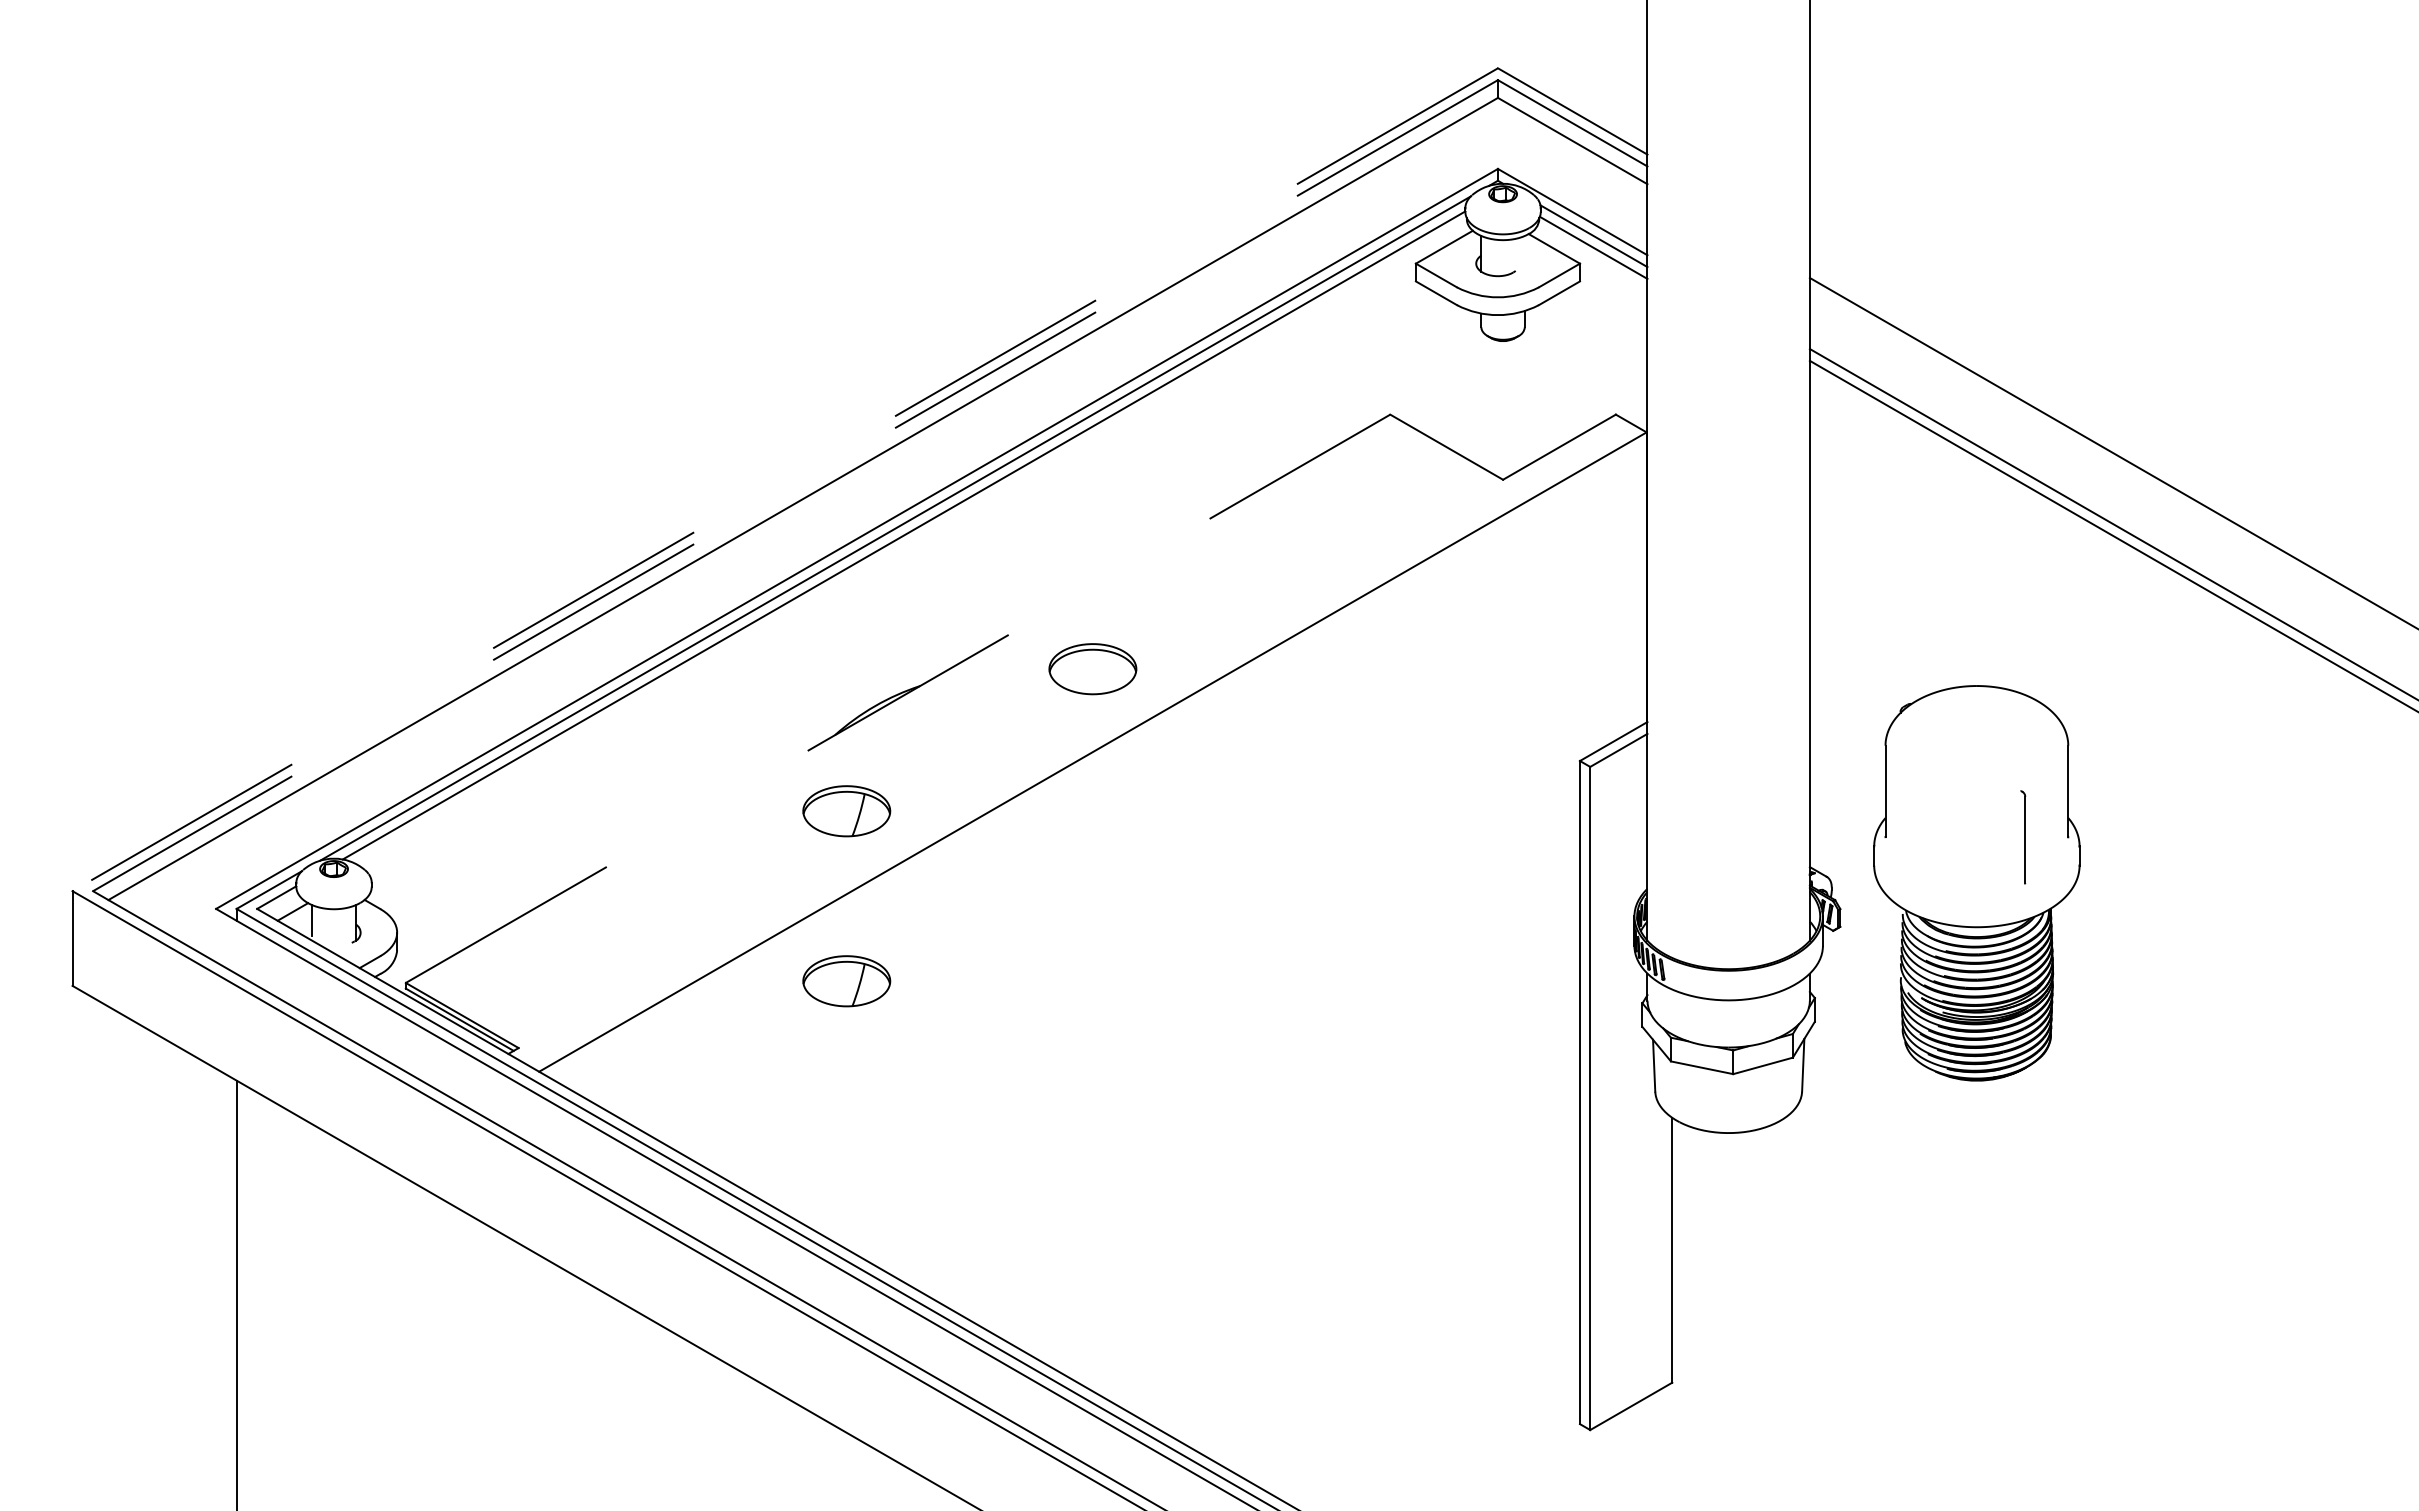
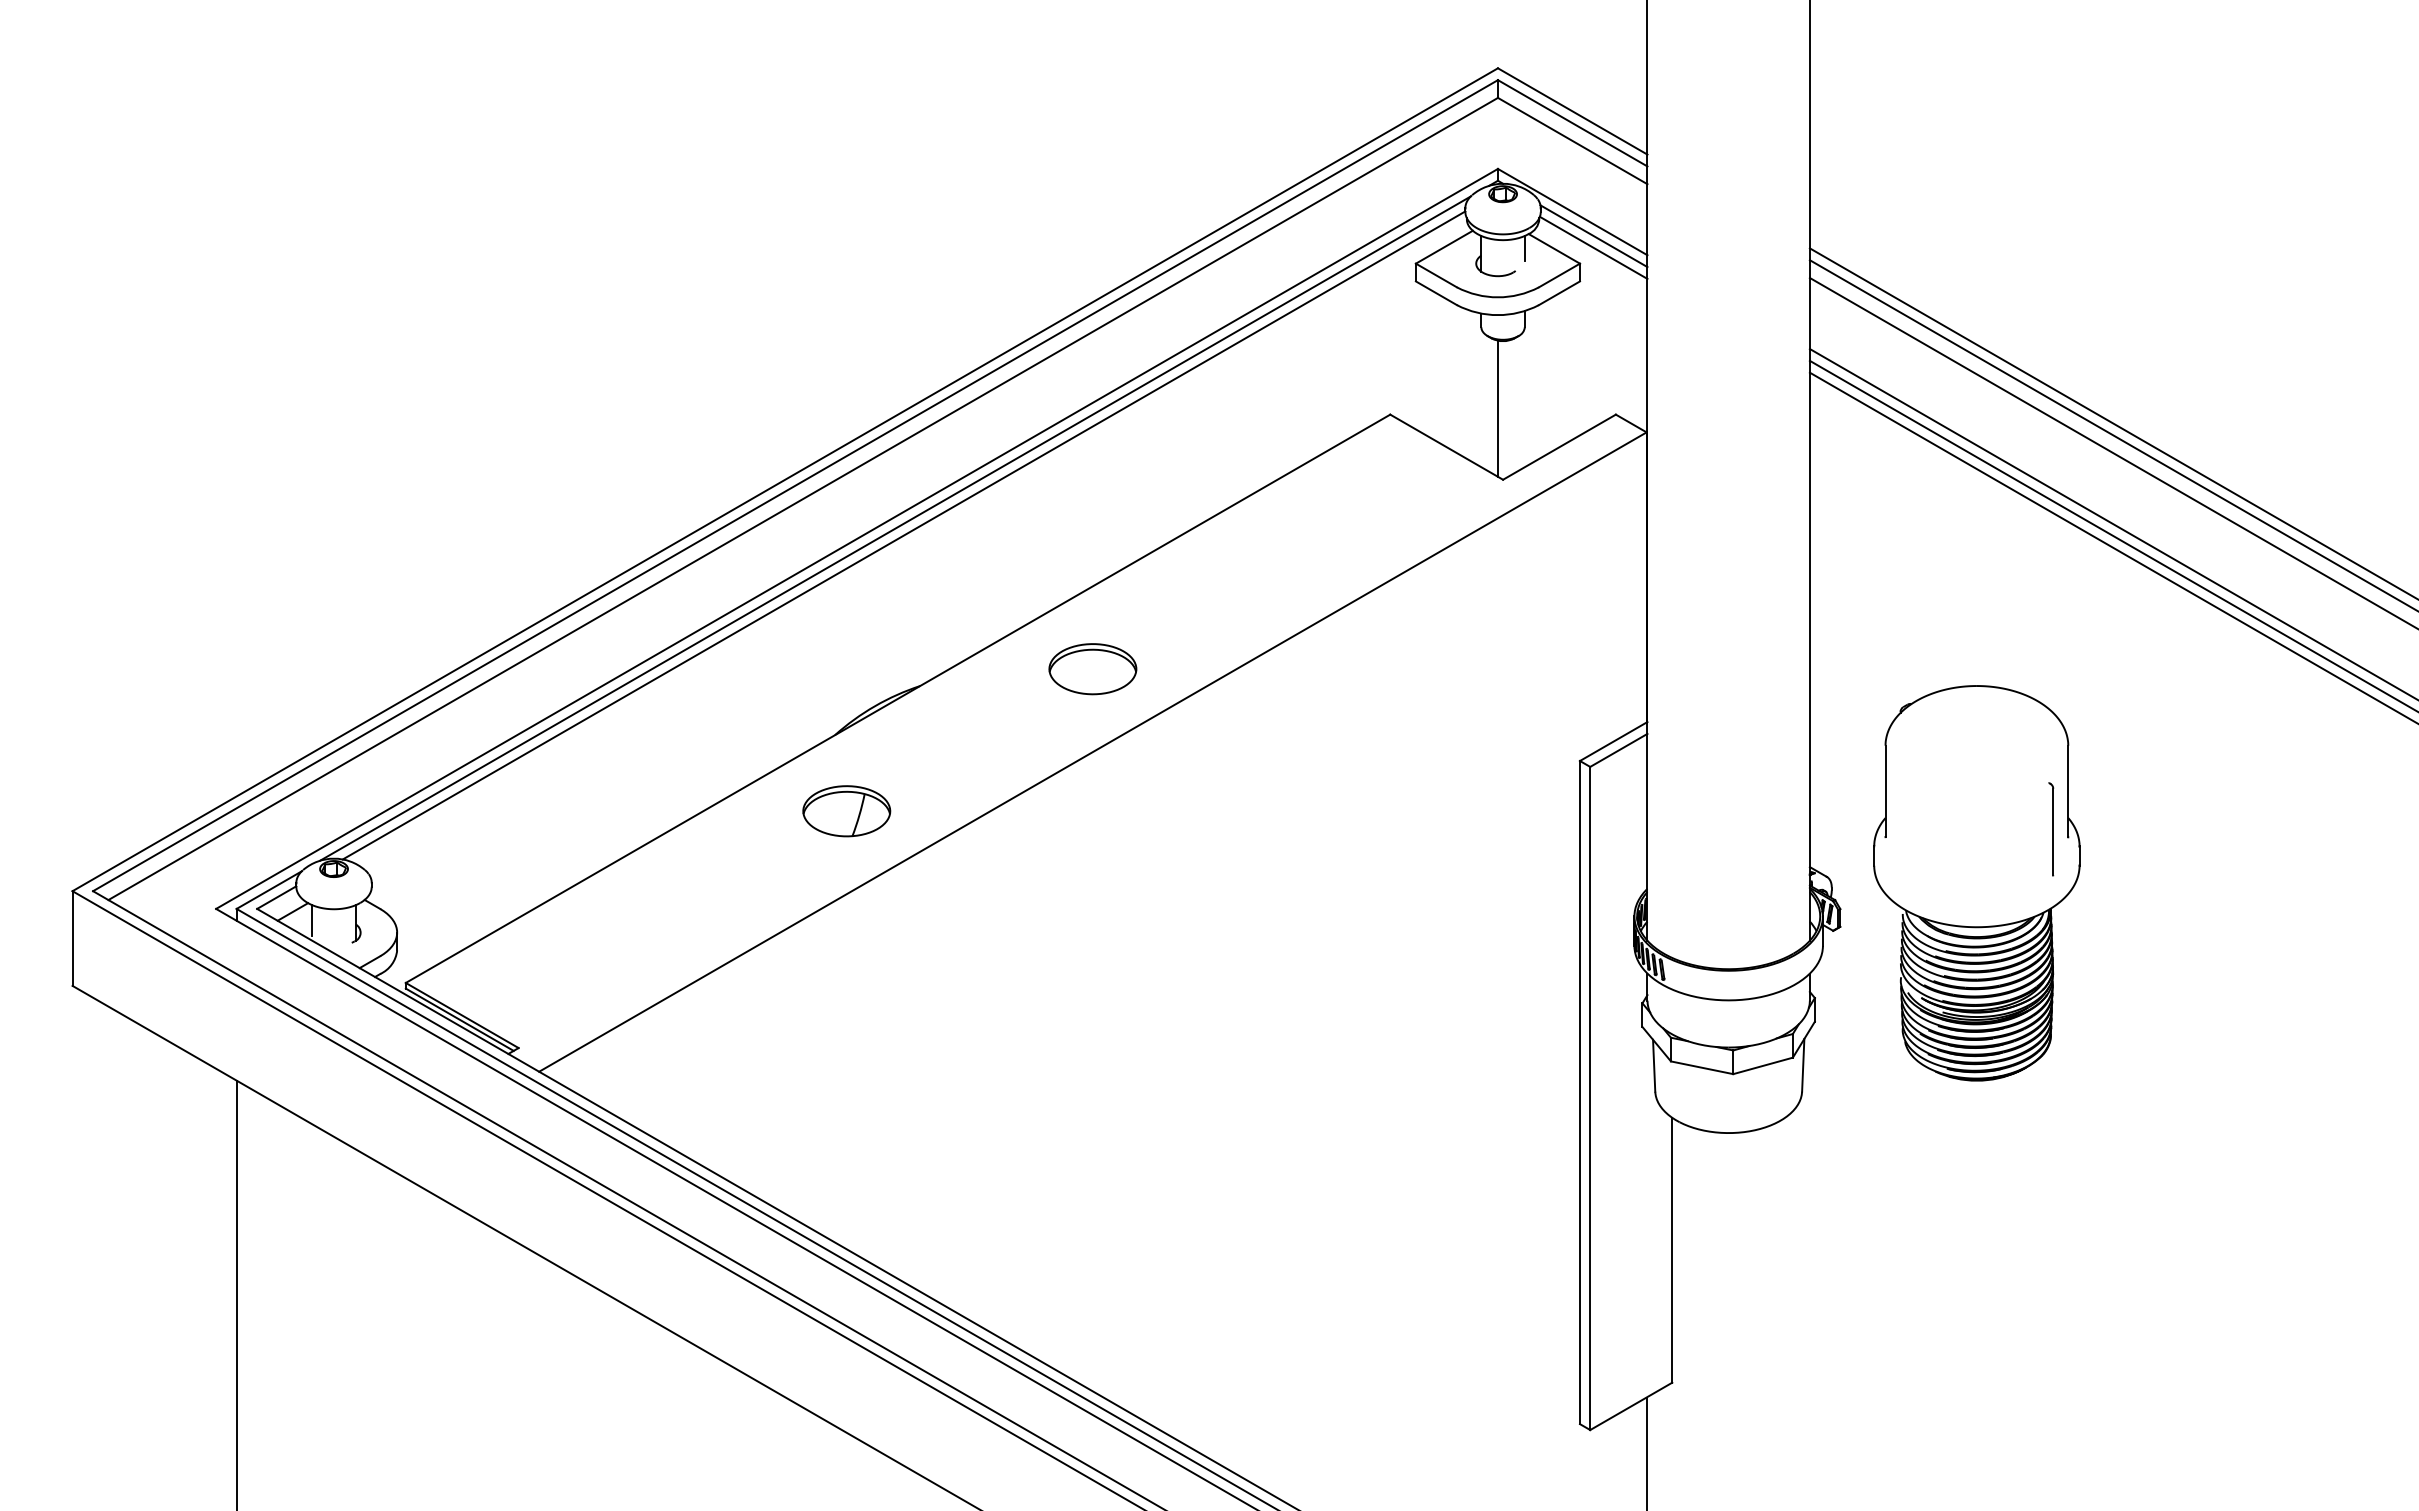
line at (1524, 248): none -> present
line at (1497, 408): none -> present
line at (2112, 422): none -> present
line at (2112, 434): none -> present
line at (785, 479): dashed -> solid
line at (795, 485): dashed -> solid
line at (2112, 547): none -> present
line at (898, 698): dashed -> solid
part at (2023, 837) position: (2023, 837) -> (2051, 829)
part at (846, 981): present -> none
line at (1646, 1452): none -> present
